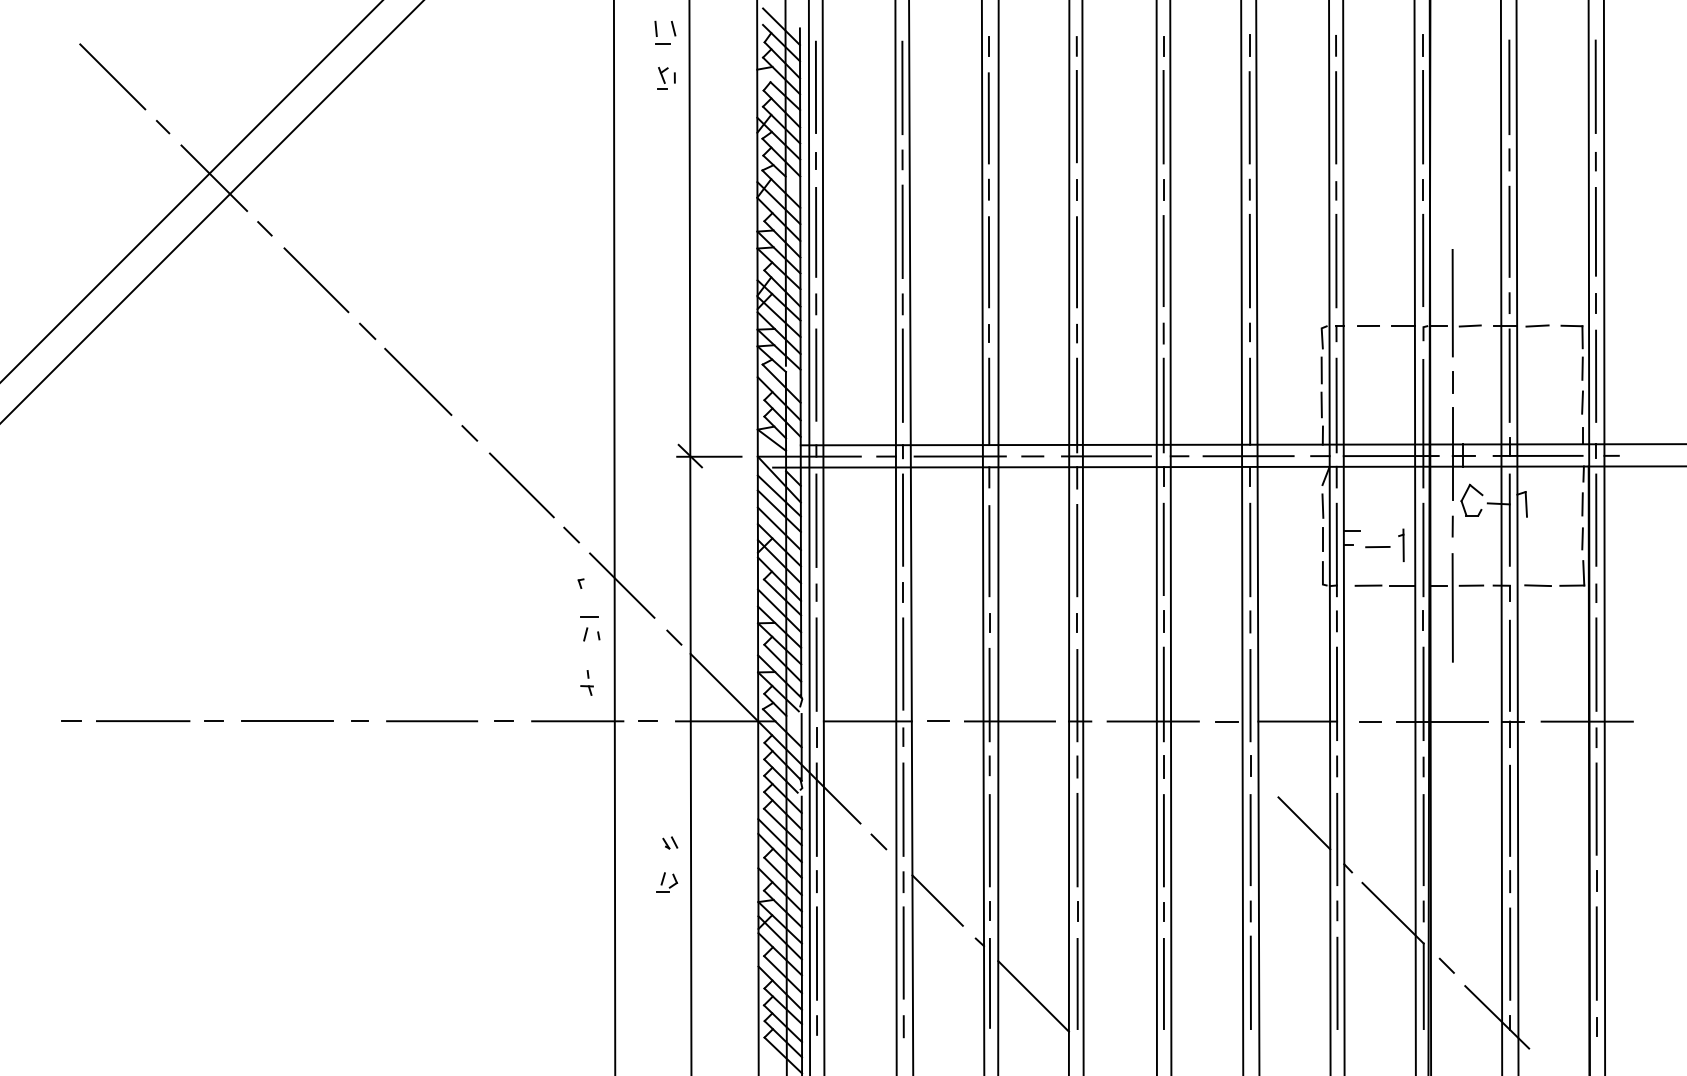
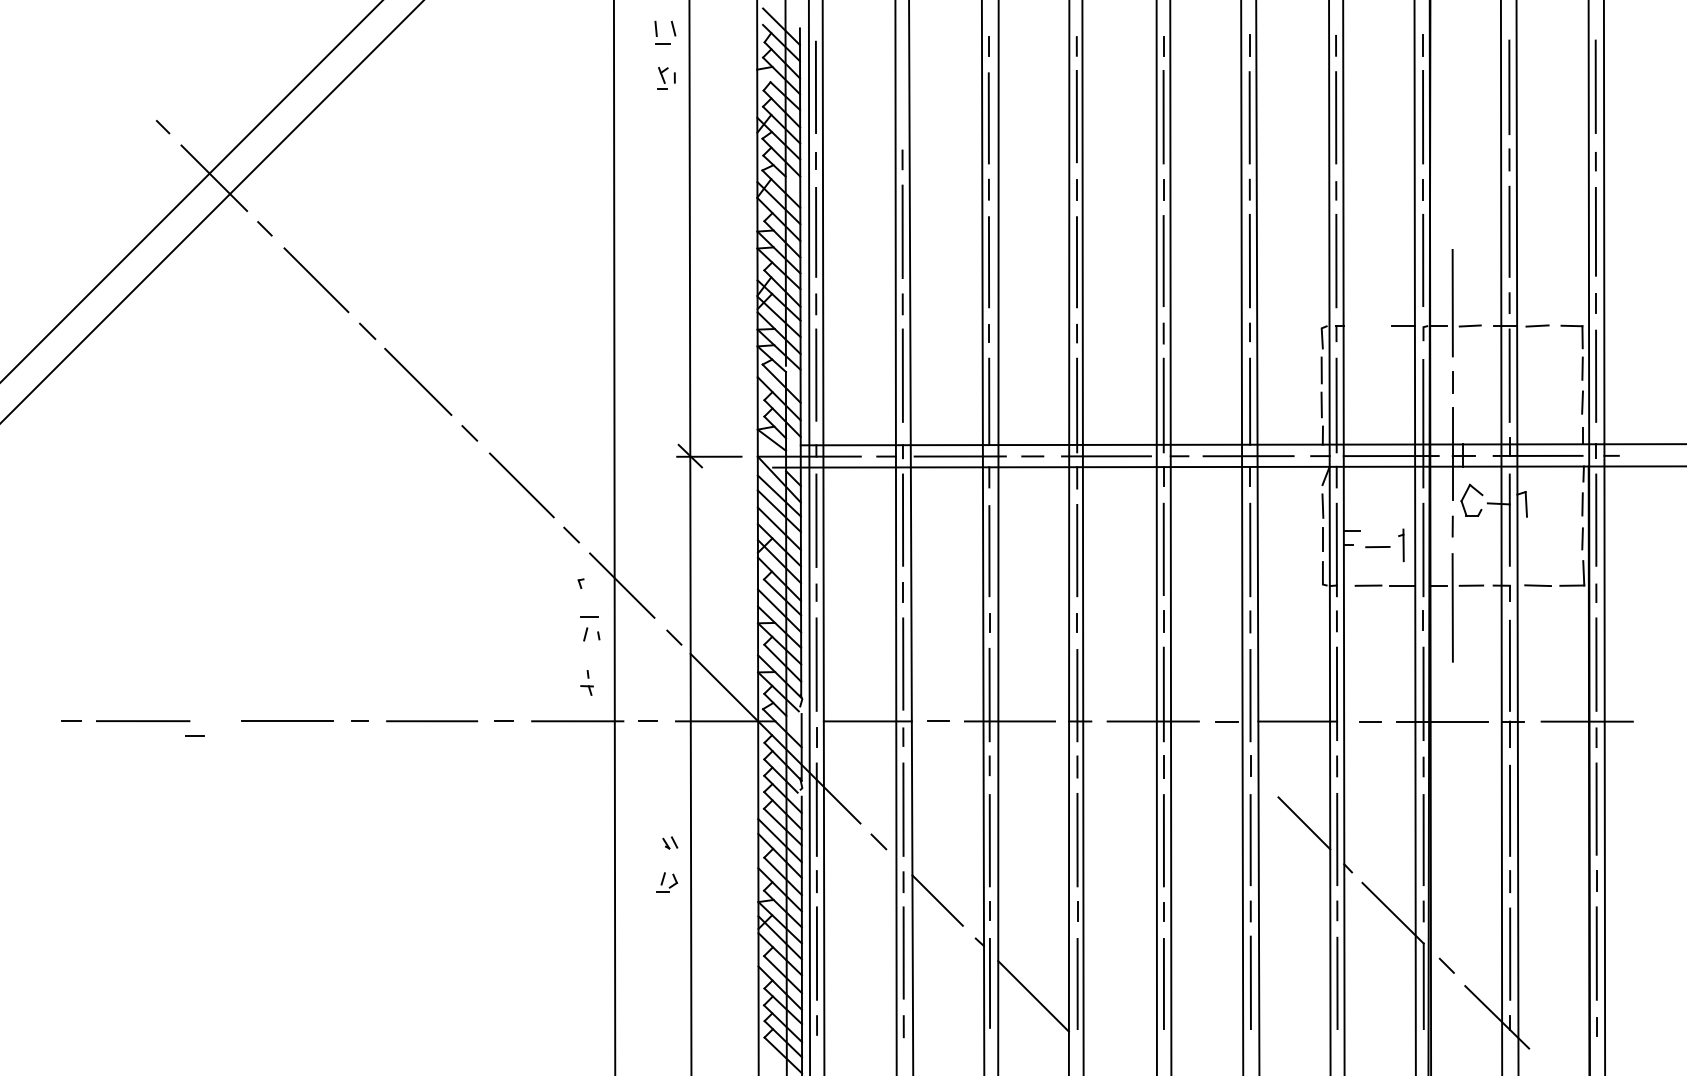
line at (112, 76): present -> none
line at (902, 87): present -> none
line at (1368, 325): present -> none
line at (213, 720) position: (213, 720) -> (194, 735)
